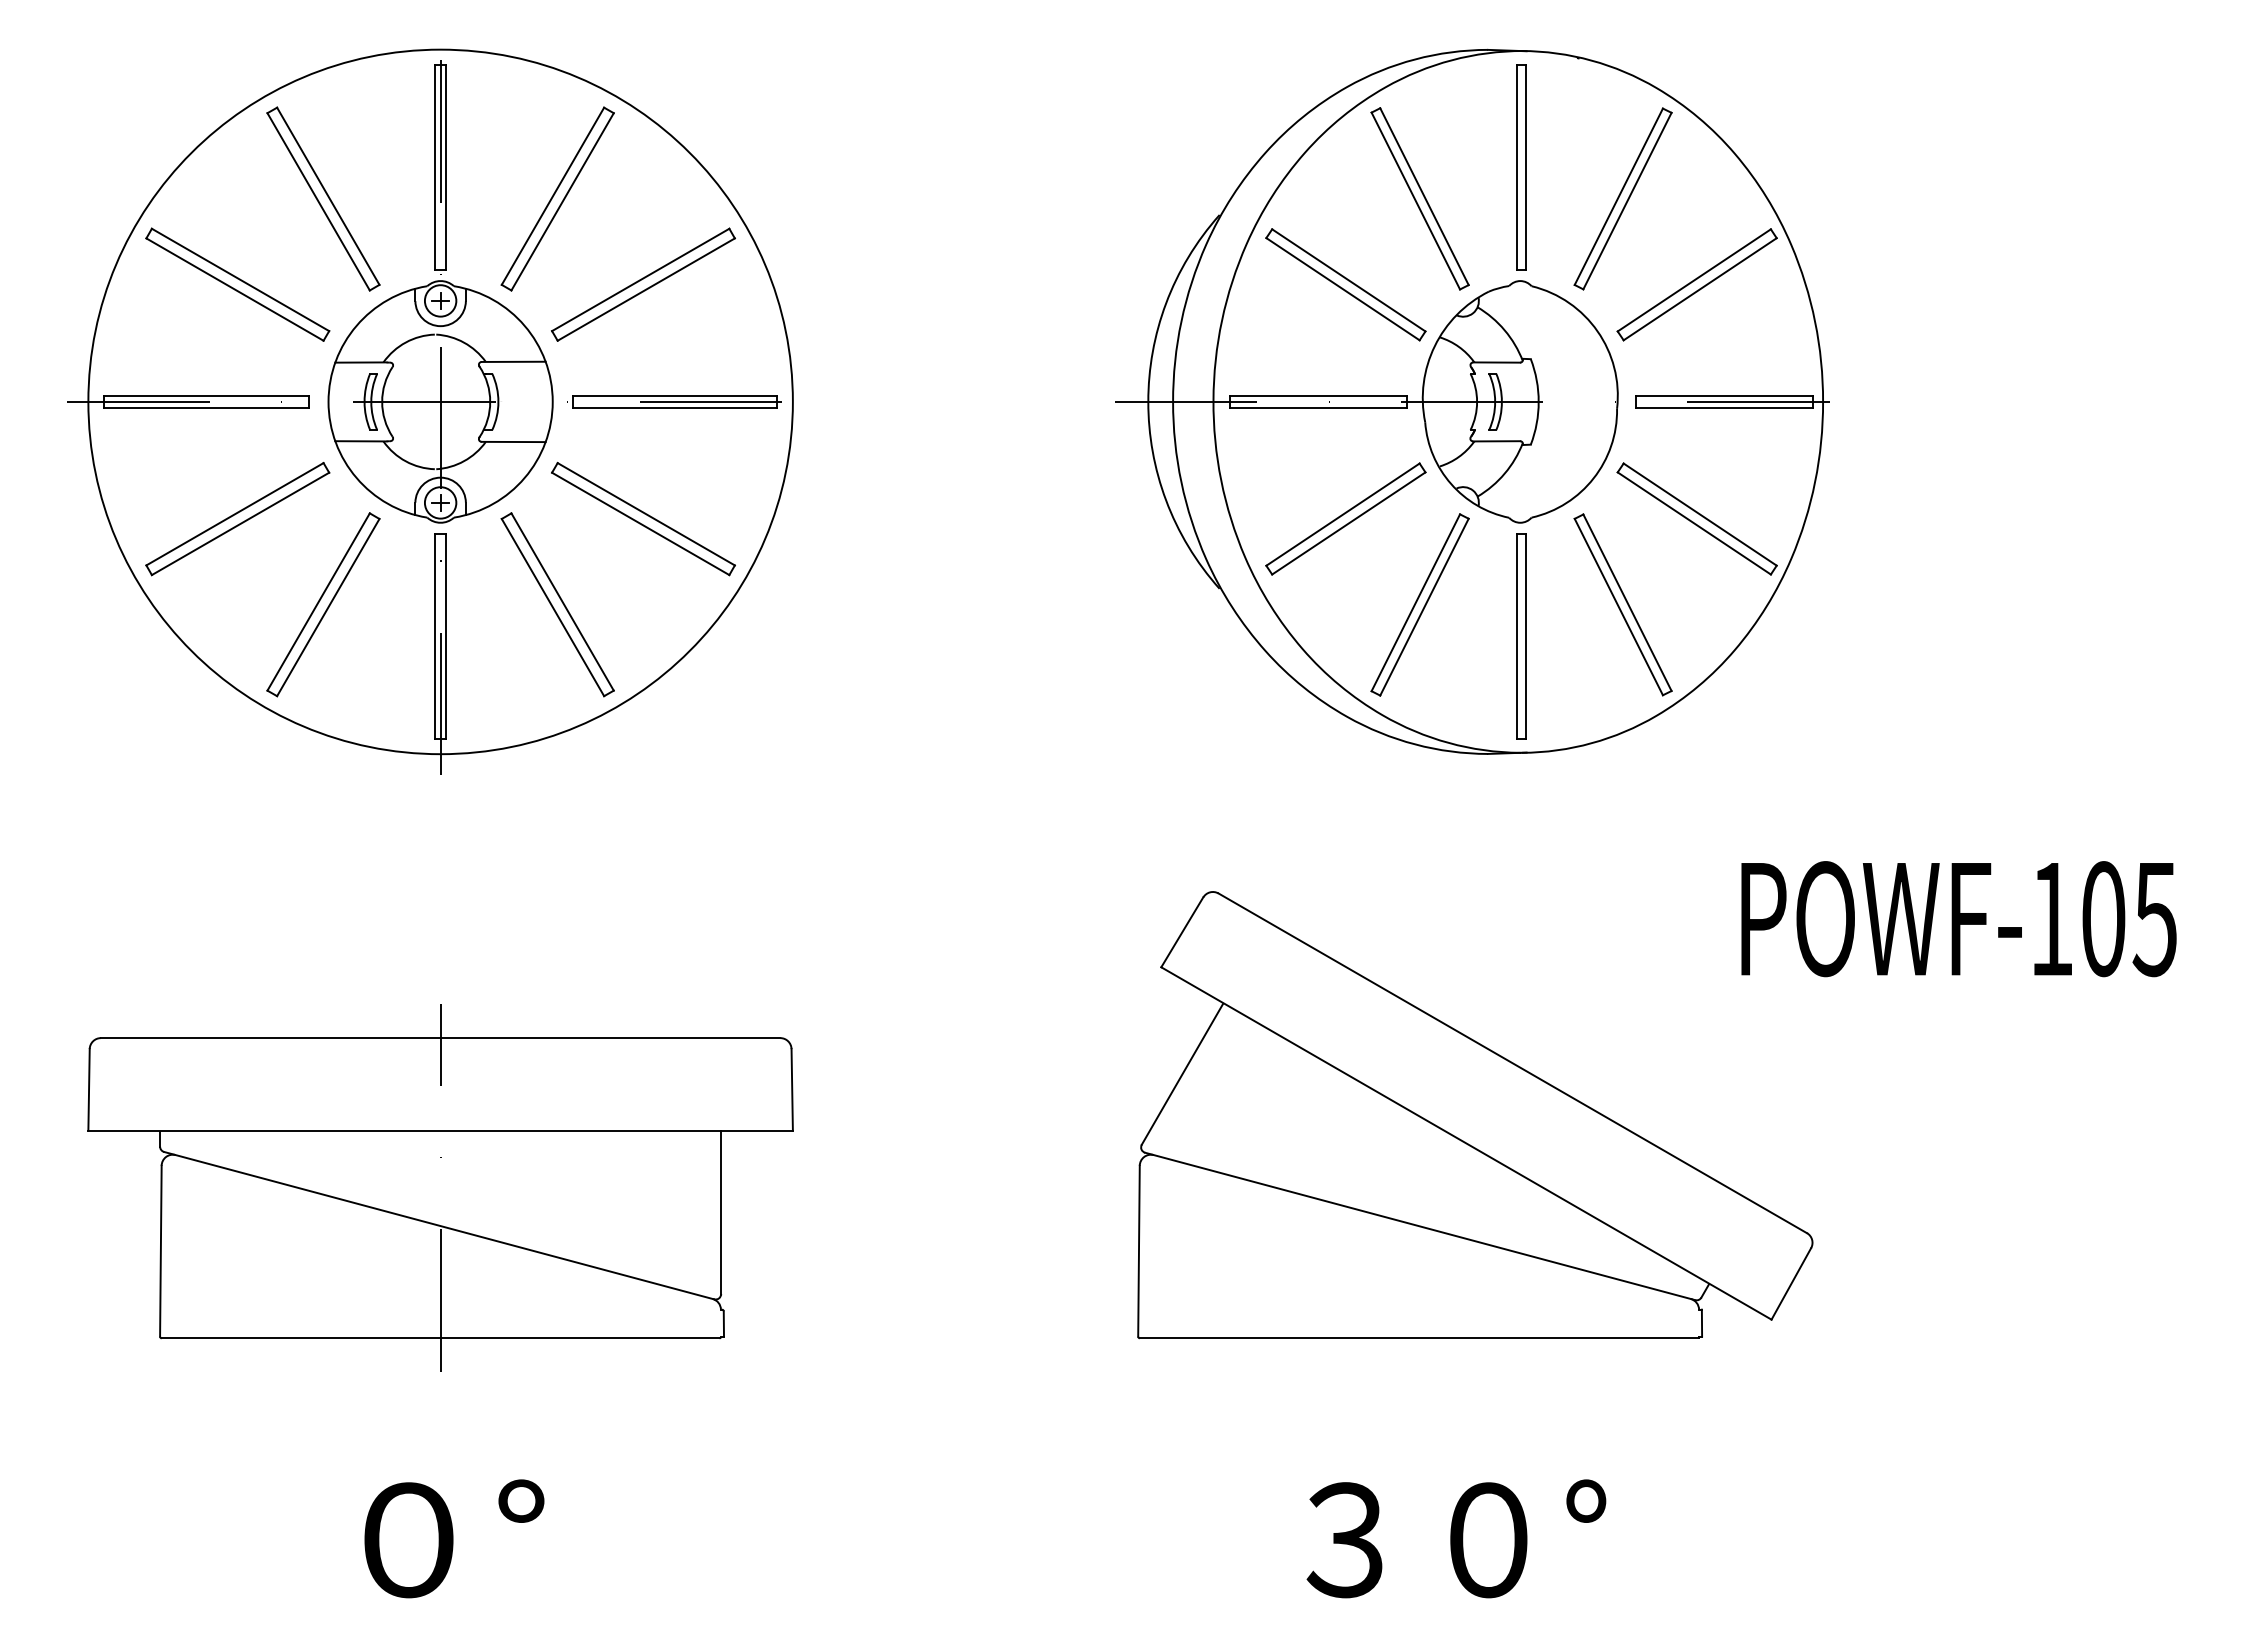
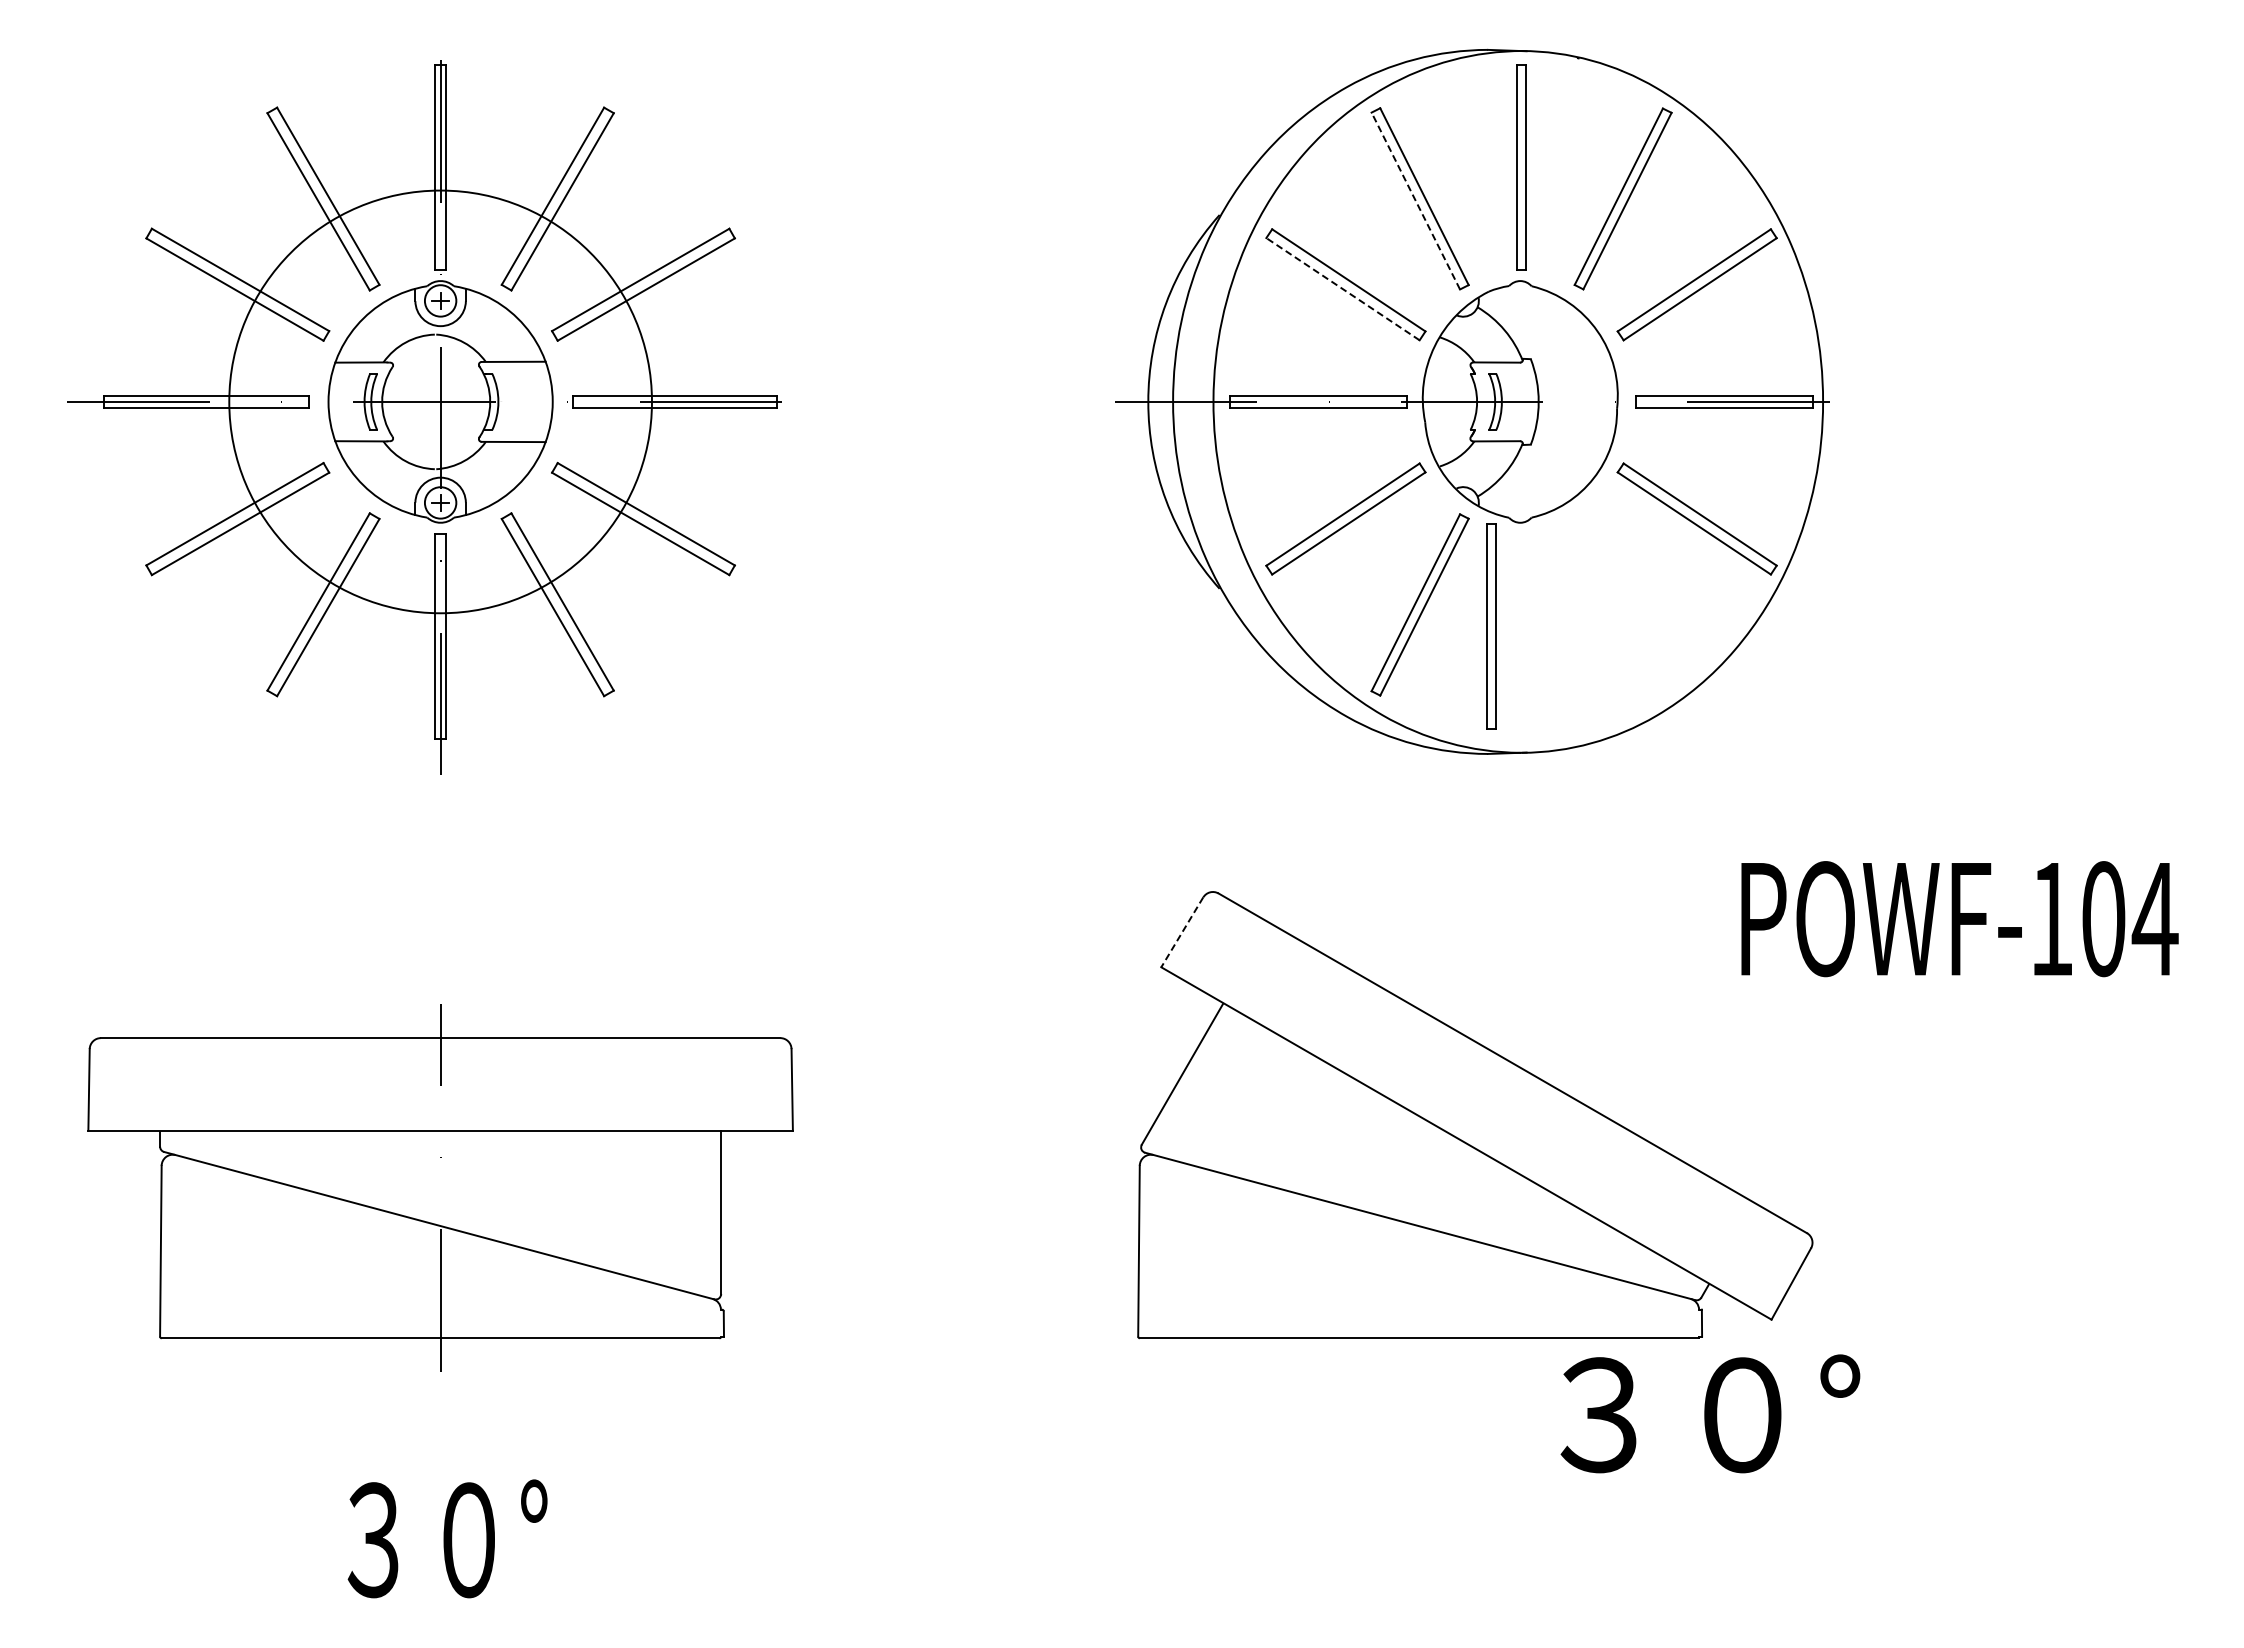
line at (1415, 201): solid -> dashed
line at (1342, 288): solid -> dashed
circle at (440, 401) diameter: 705 px -> 423 px
part at (1622, 604): present -> none
part at (1521, 636) position: (1521, 636) -> (1491, 626)
text at (2154, 920): POWF-105 -> POWF-104
line at (1182, 932): solid -> dashed
text at (447, 1538): ０° -> ３０°
text at (1456, 1538) position: (1456, 1538) -> (1710, 1413)
